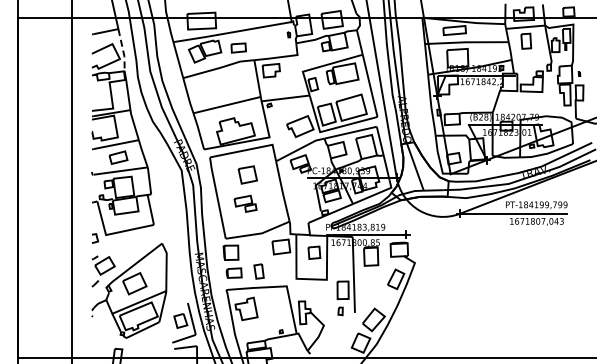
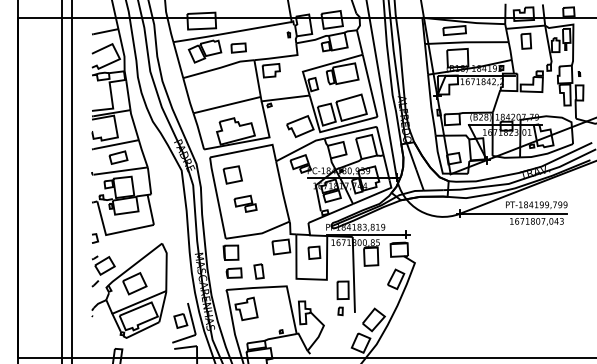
line at (123, 50): dashed -> solid
part at (247, 174) position: (247, 174) -> (232, 174)
line at (61, 181): none -> present
